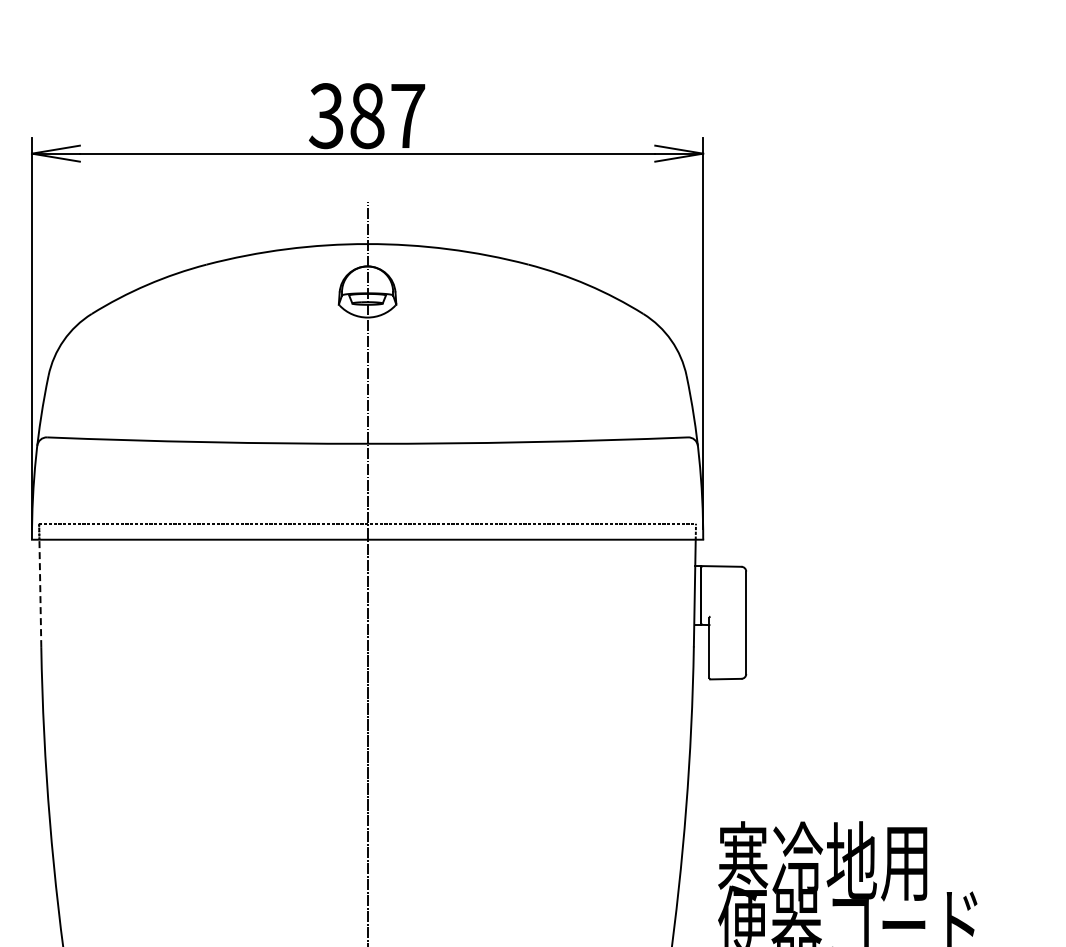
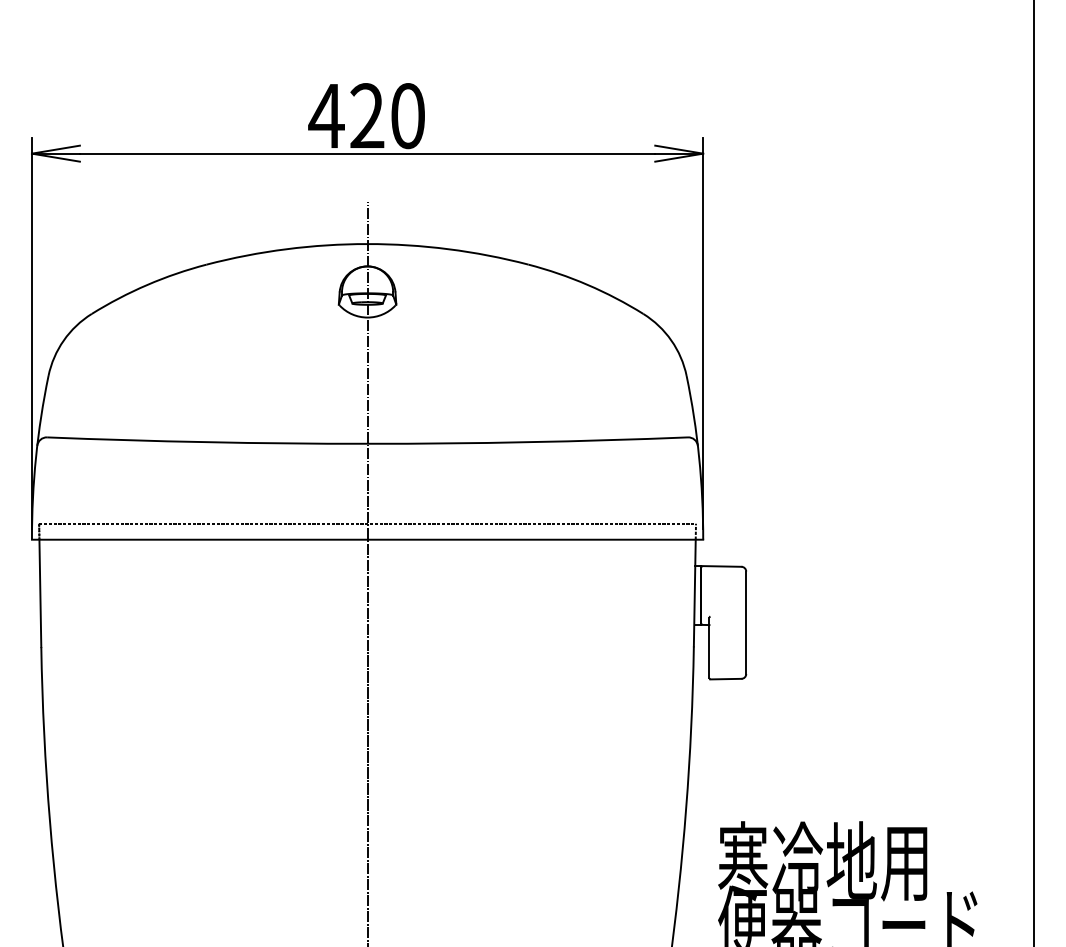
text at (366, 116): 387 -> 420
line at (1034, 472): none -> present
line at (40, 593): dashed -> solid
